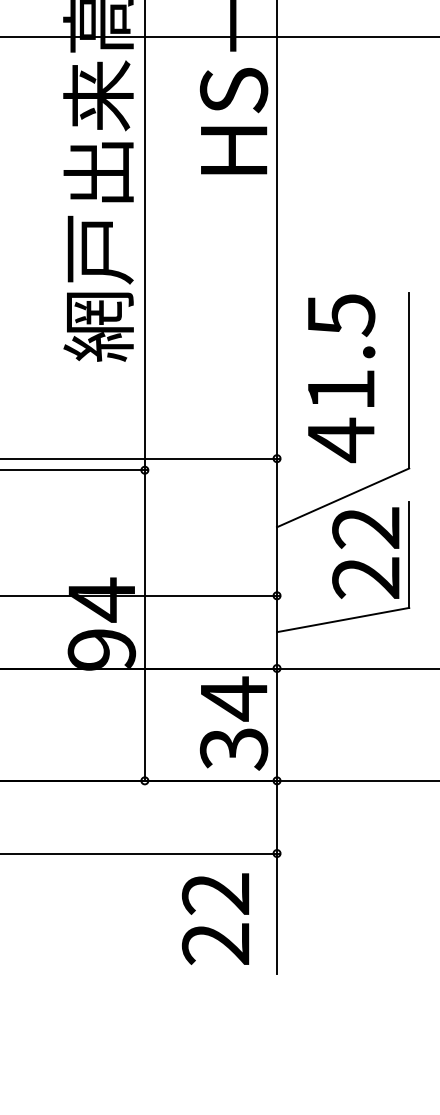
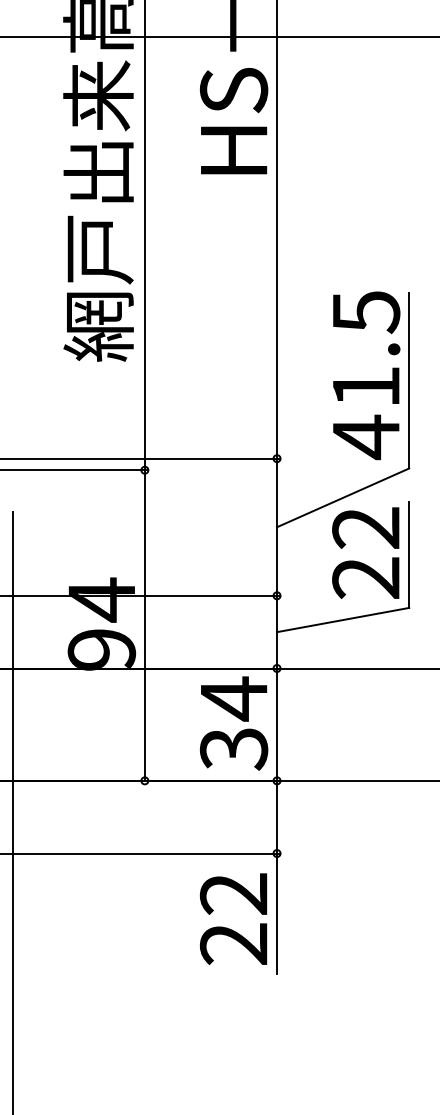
text at (341, 378) position: (341, 378) -> (366, 375)
line at (13, 811): none -> present
text at (215, 918) position: (215, 918) -> (233, 918)
